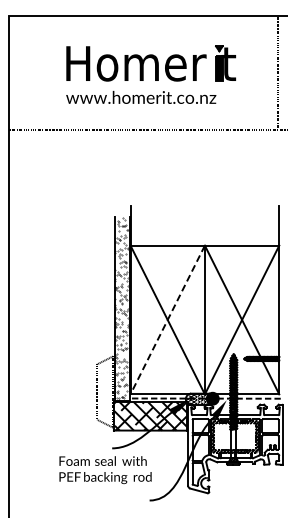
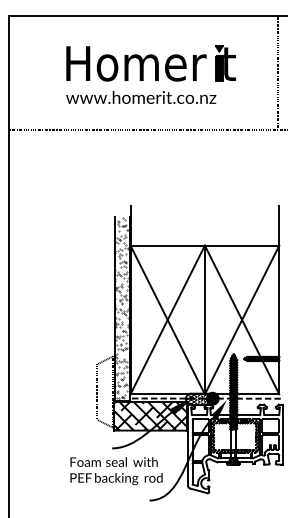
line at (167, 320): dashed -> solid
text at (105, 470) position: (105, 470) -> (116, 471)
